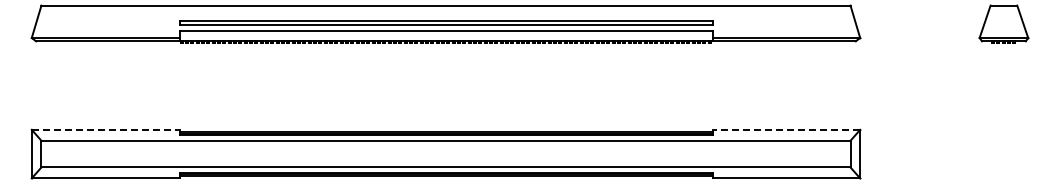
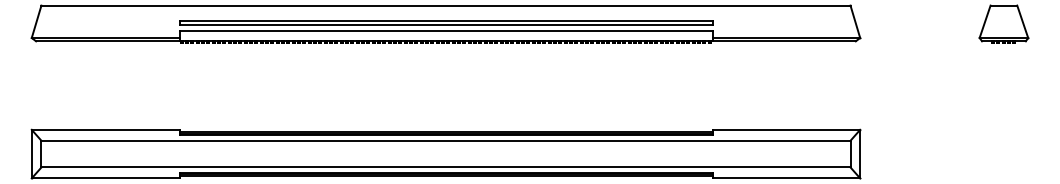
line at (106, 129): dashed -> solid
line at (786, 129): dashed -> solid
